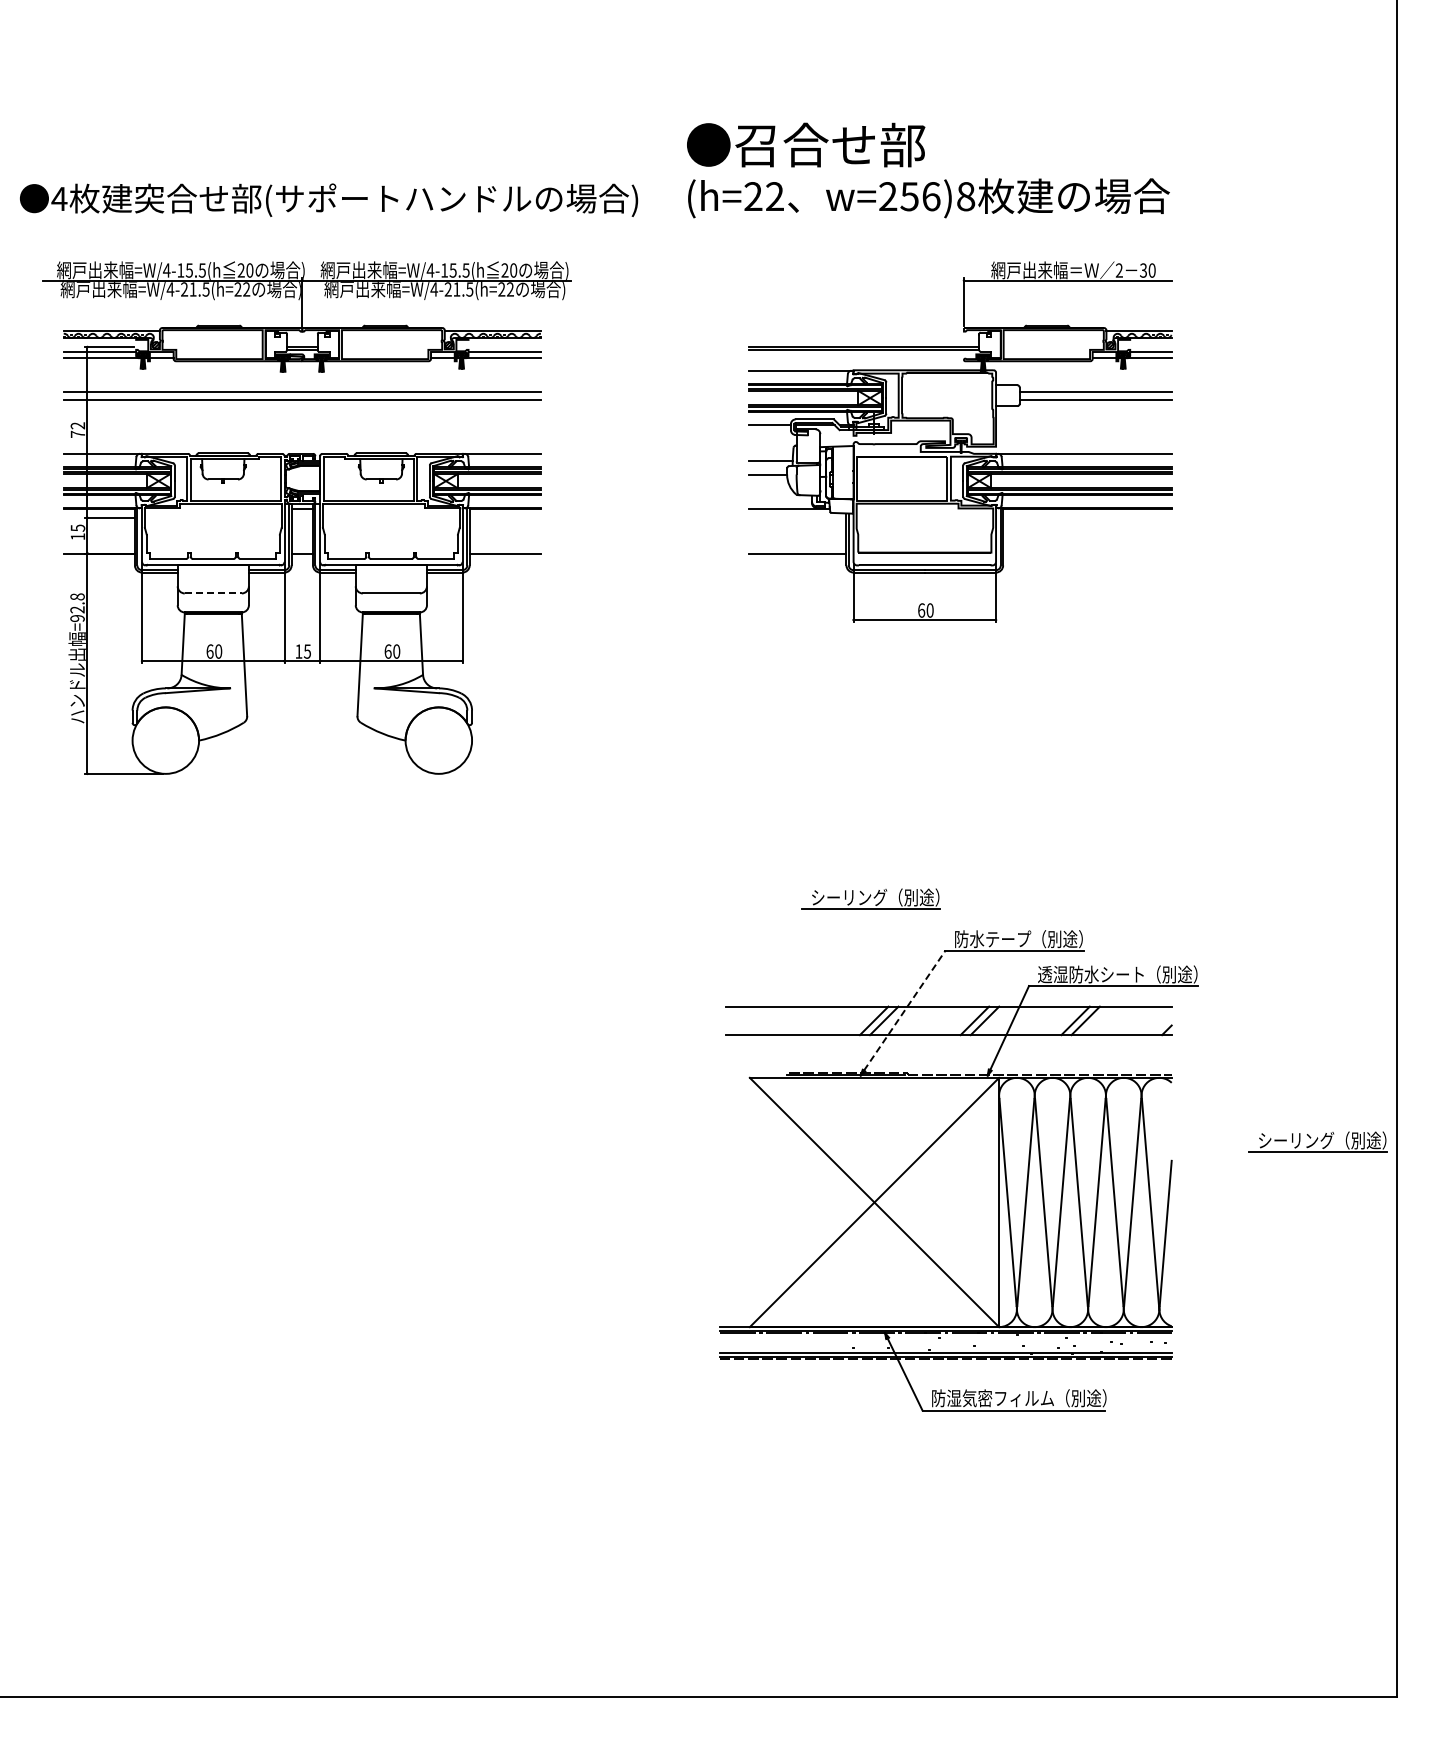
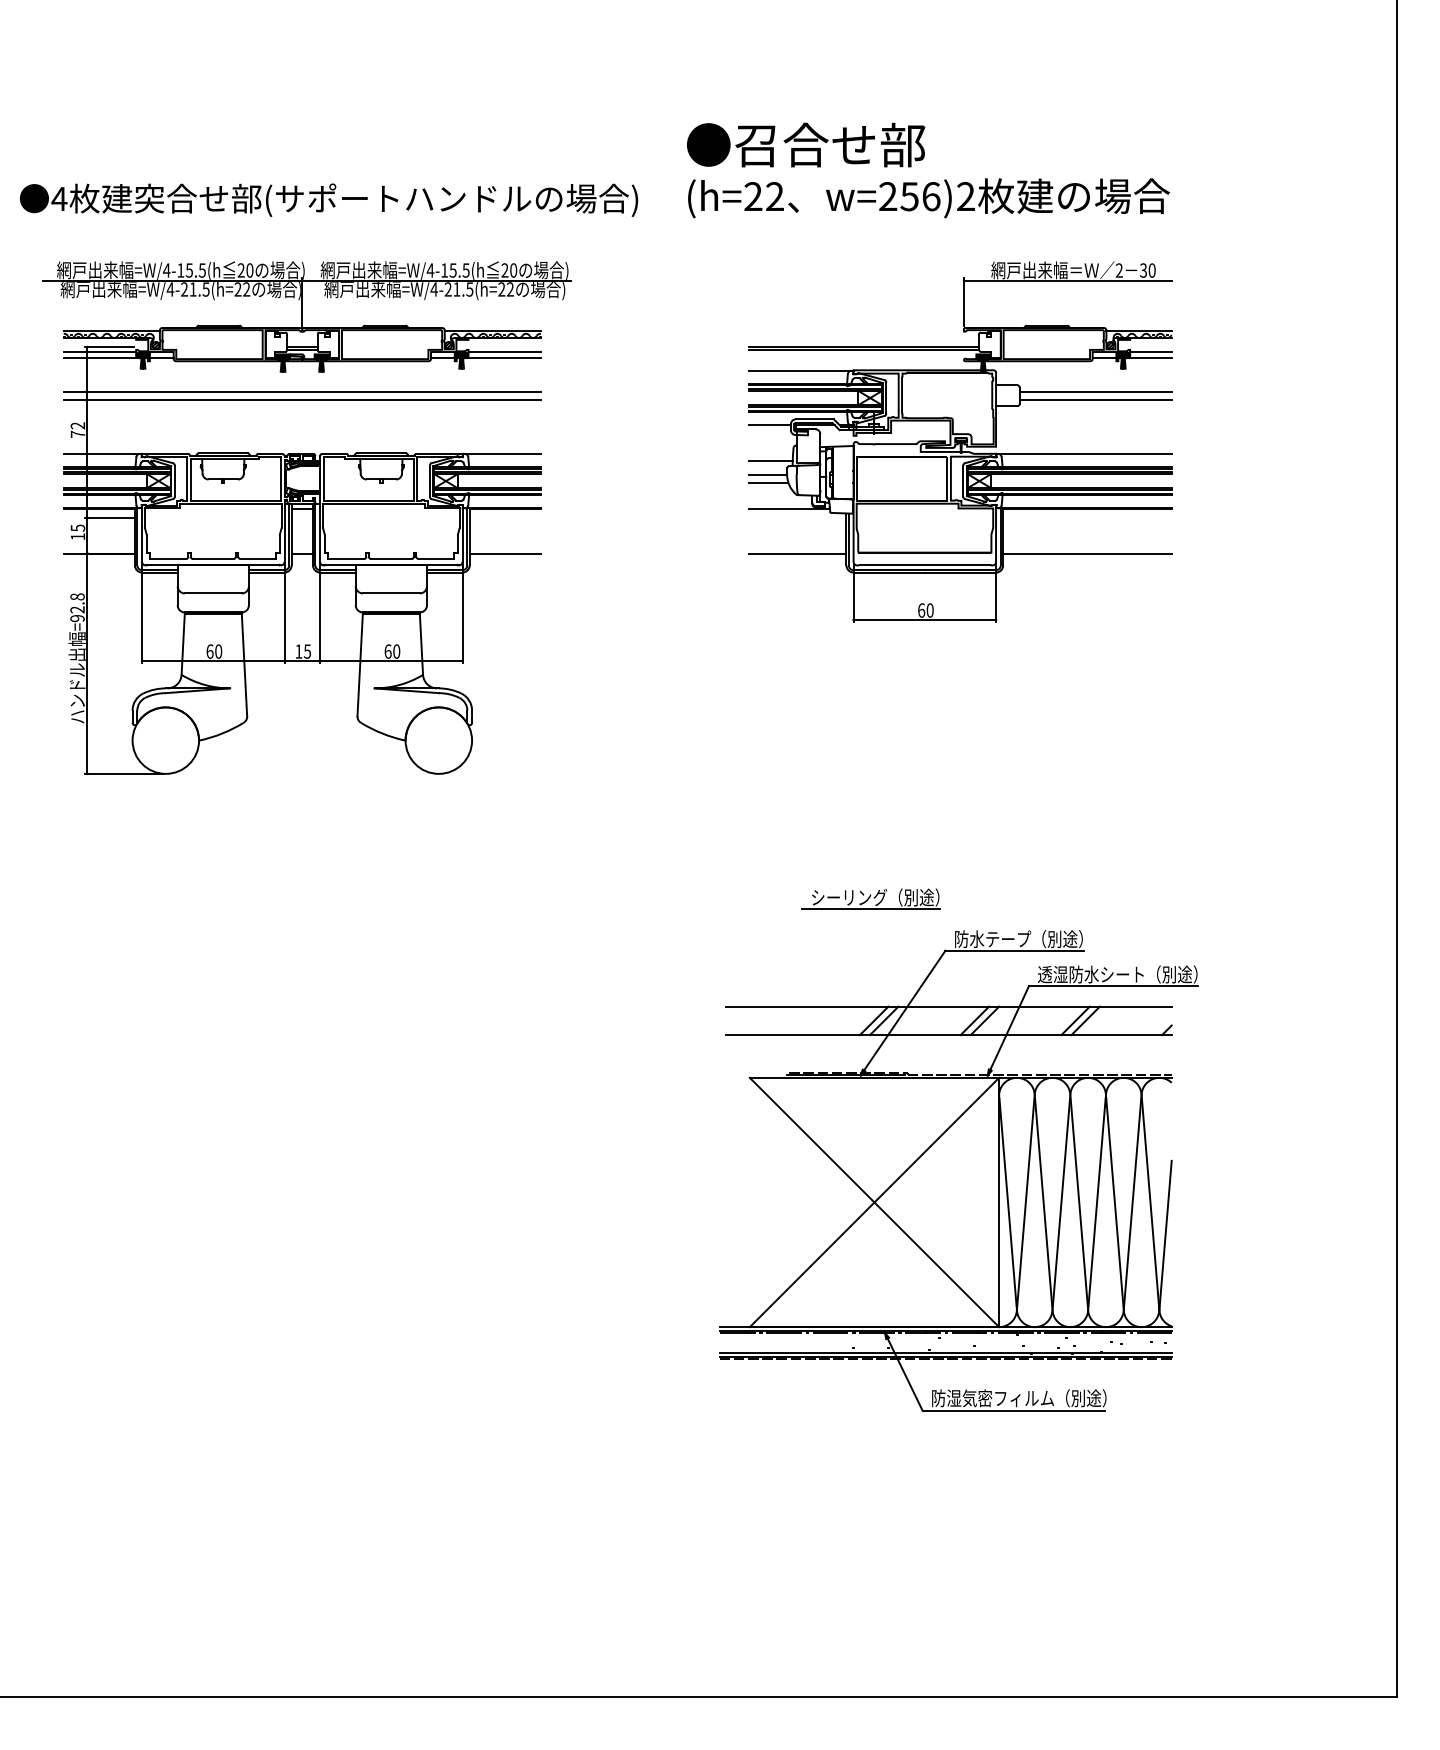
text at (966, 196): w=256)8 -> w=256)2
line at (768, 482): none -> present
line at (1087, 553): none -> present
line at (213, 593): dashed -> solid
line at (905, 1010): dashed -> solid
part at (1317, 1141): present -> none
